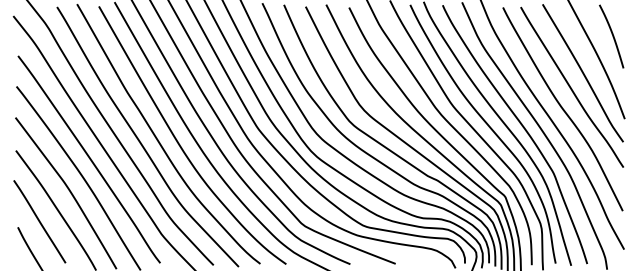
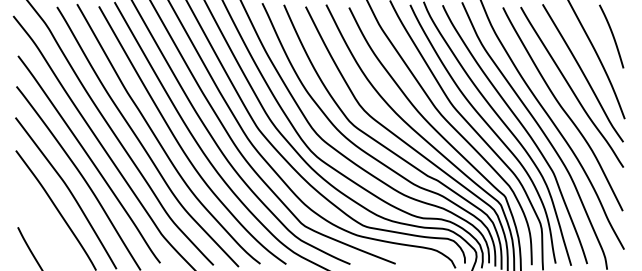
line at (39, 221): present -> none
